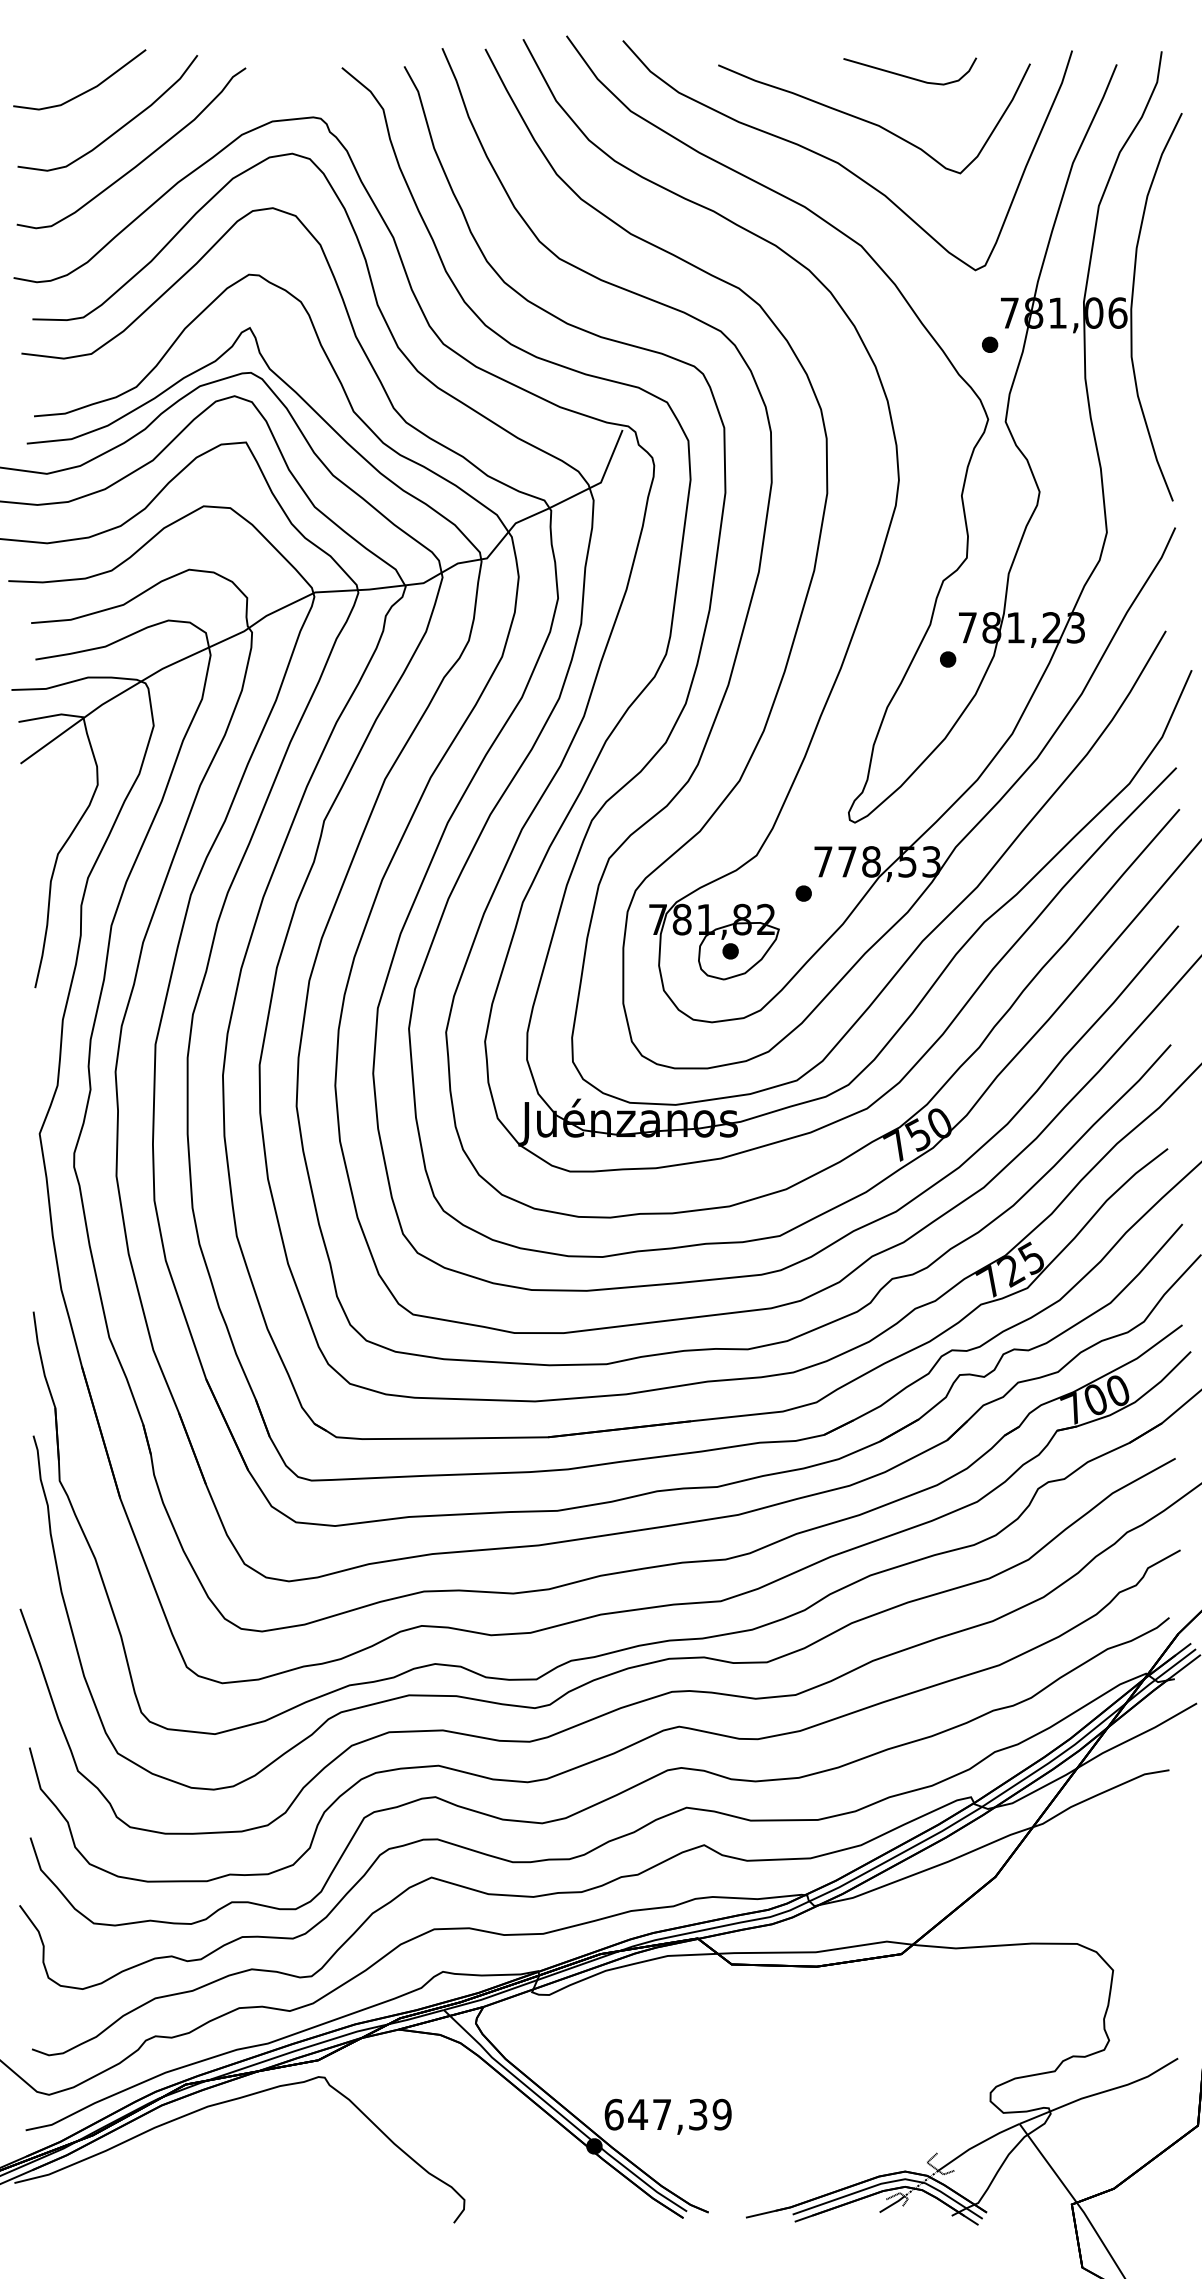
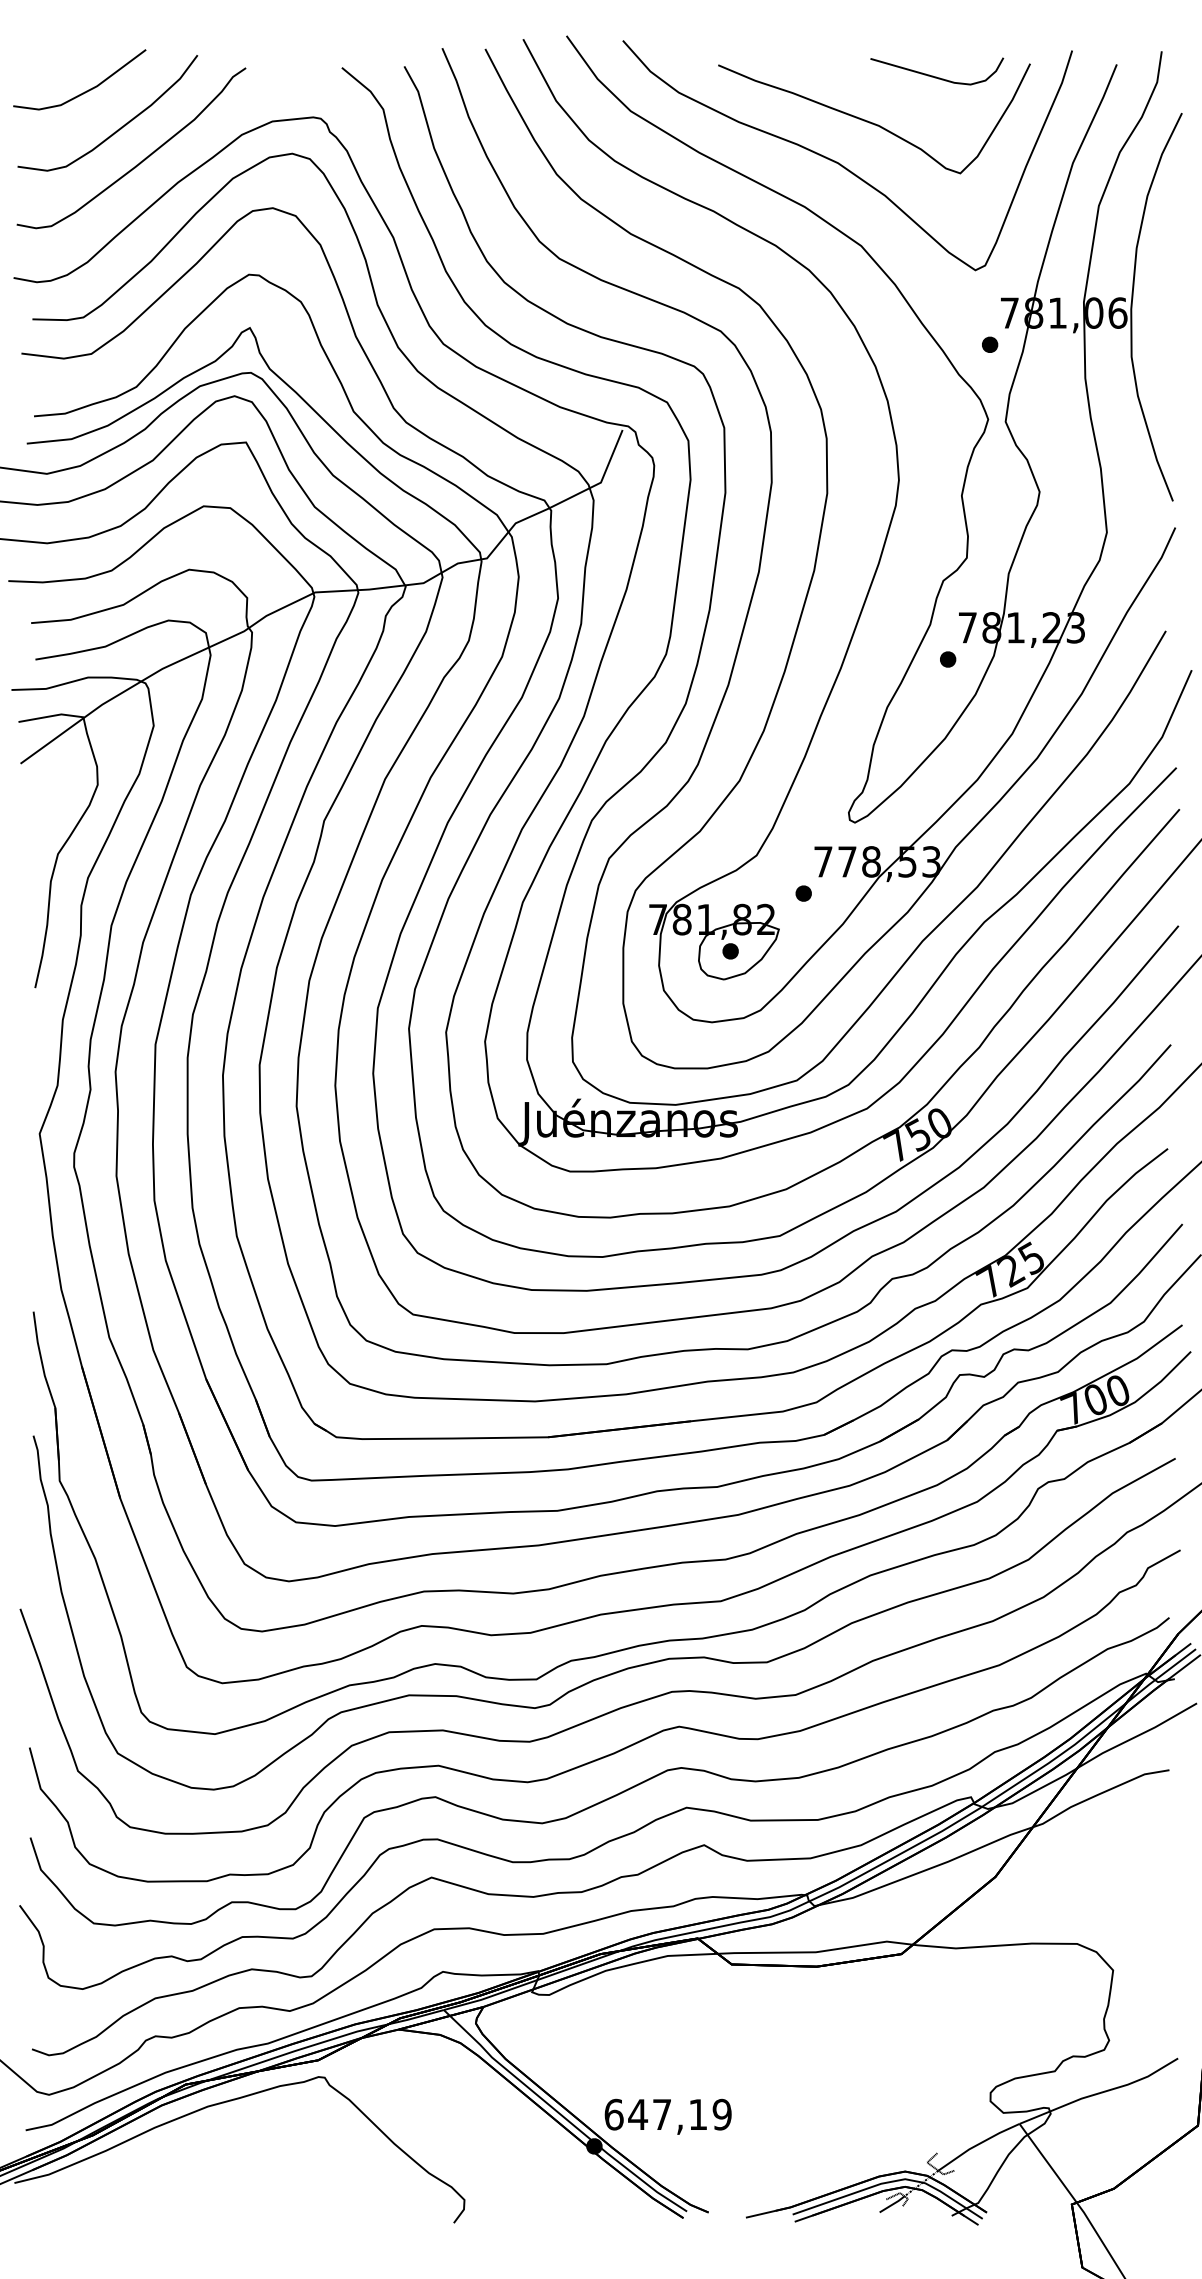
part at (910, 71) position: (910, 71) -> (937, 71)
text at (698, 2114): 647,39 -> 647,19
